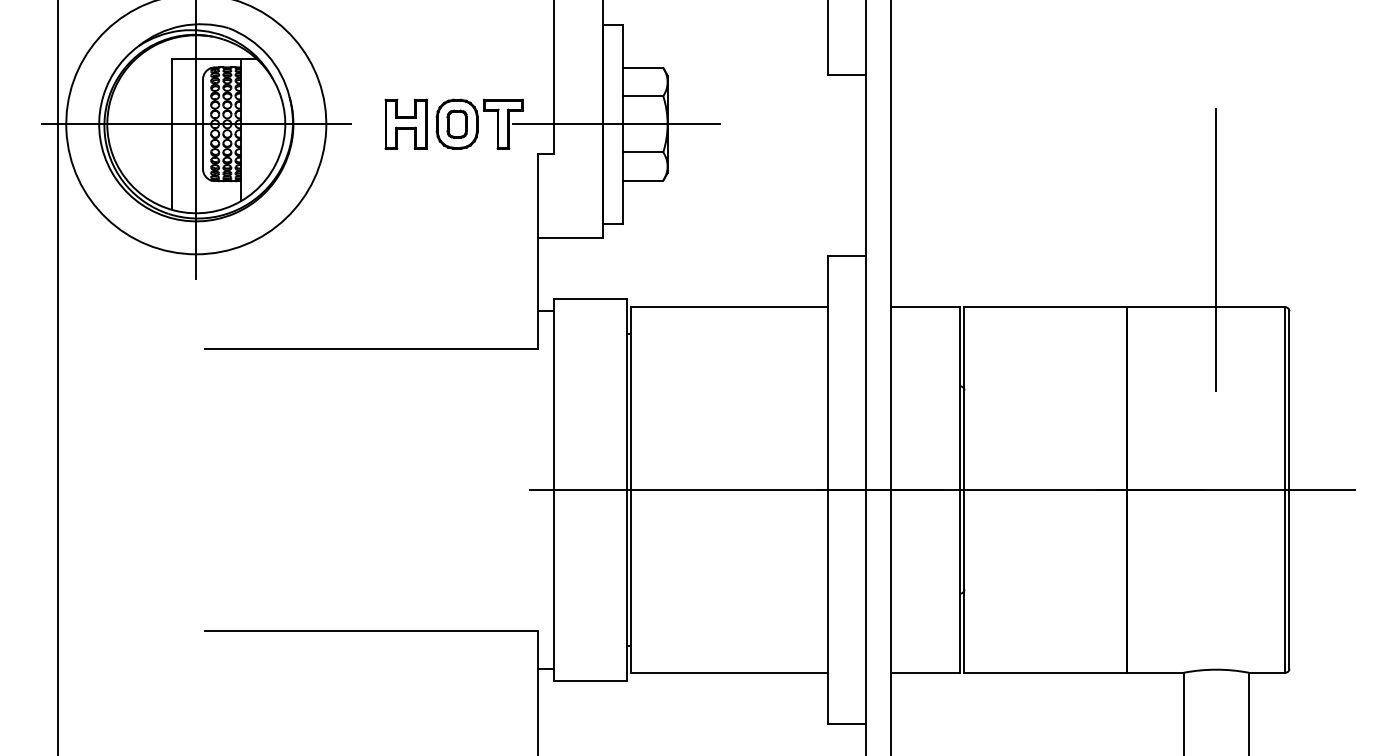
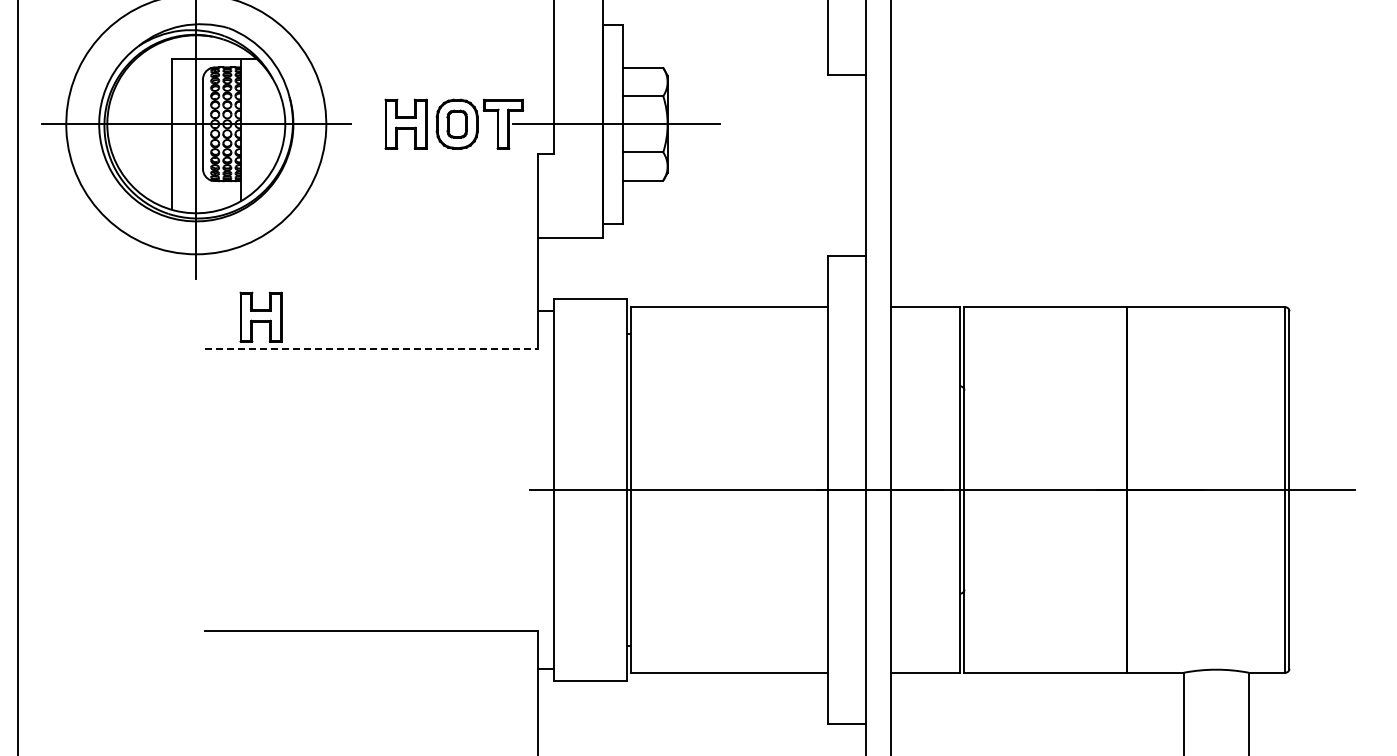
line at (1216, 249): present -> none
part at (260, 316): none -> present
line at (371, 348): solid -> dashed
line at (58, 377) position: (58, 377) -> (18, 377)
